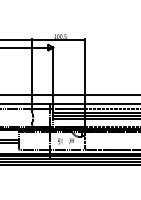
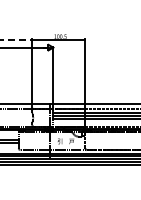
line at (16, 39): solid -> dashed
line at (69, 94): present -> none
